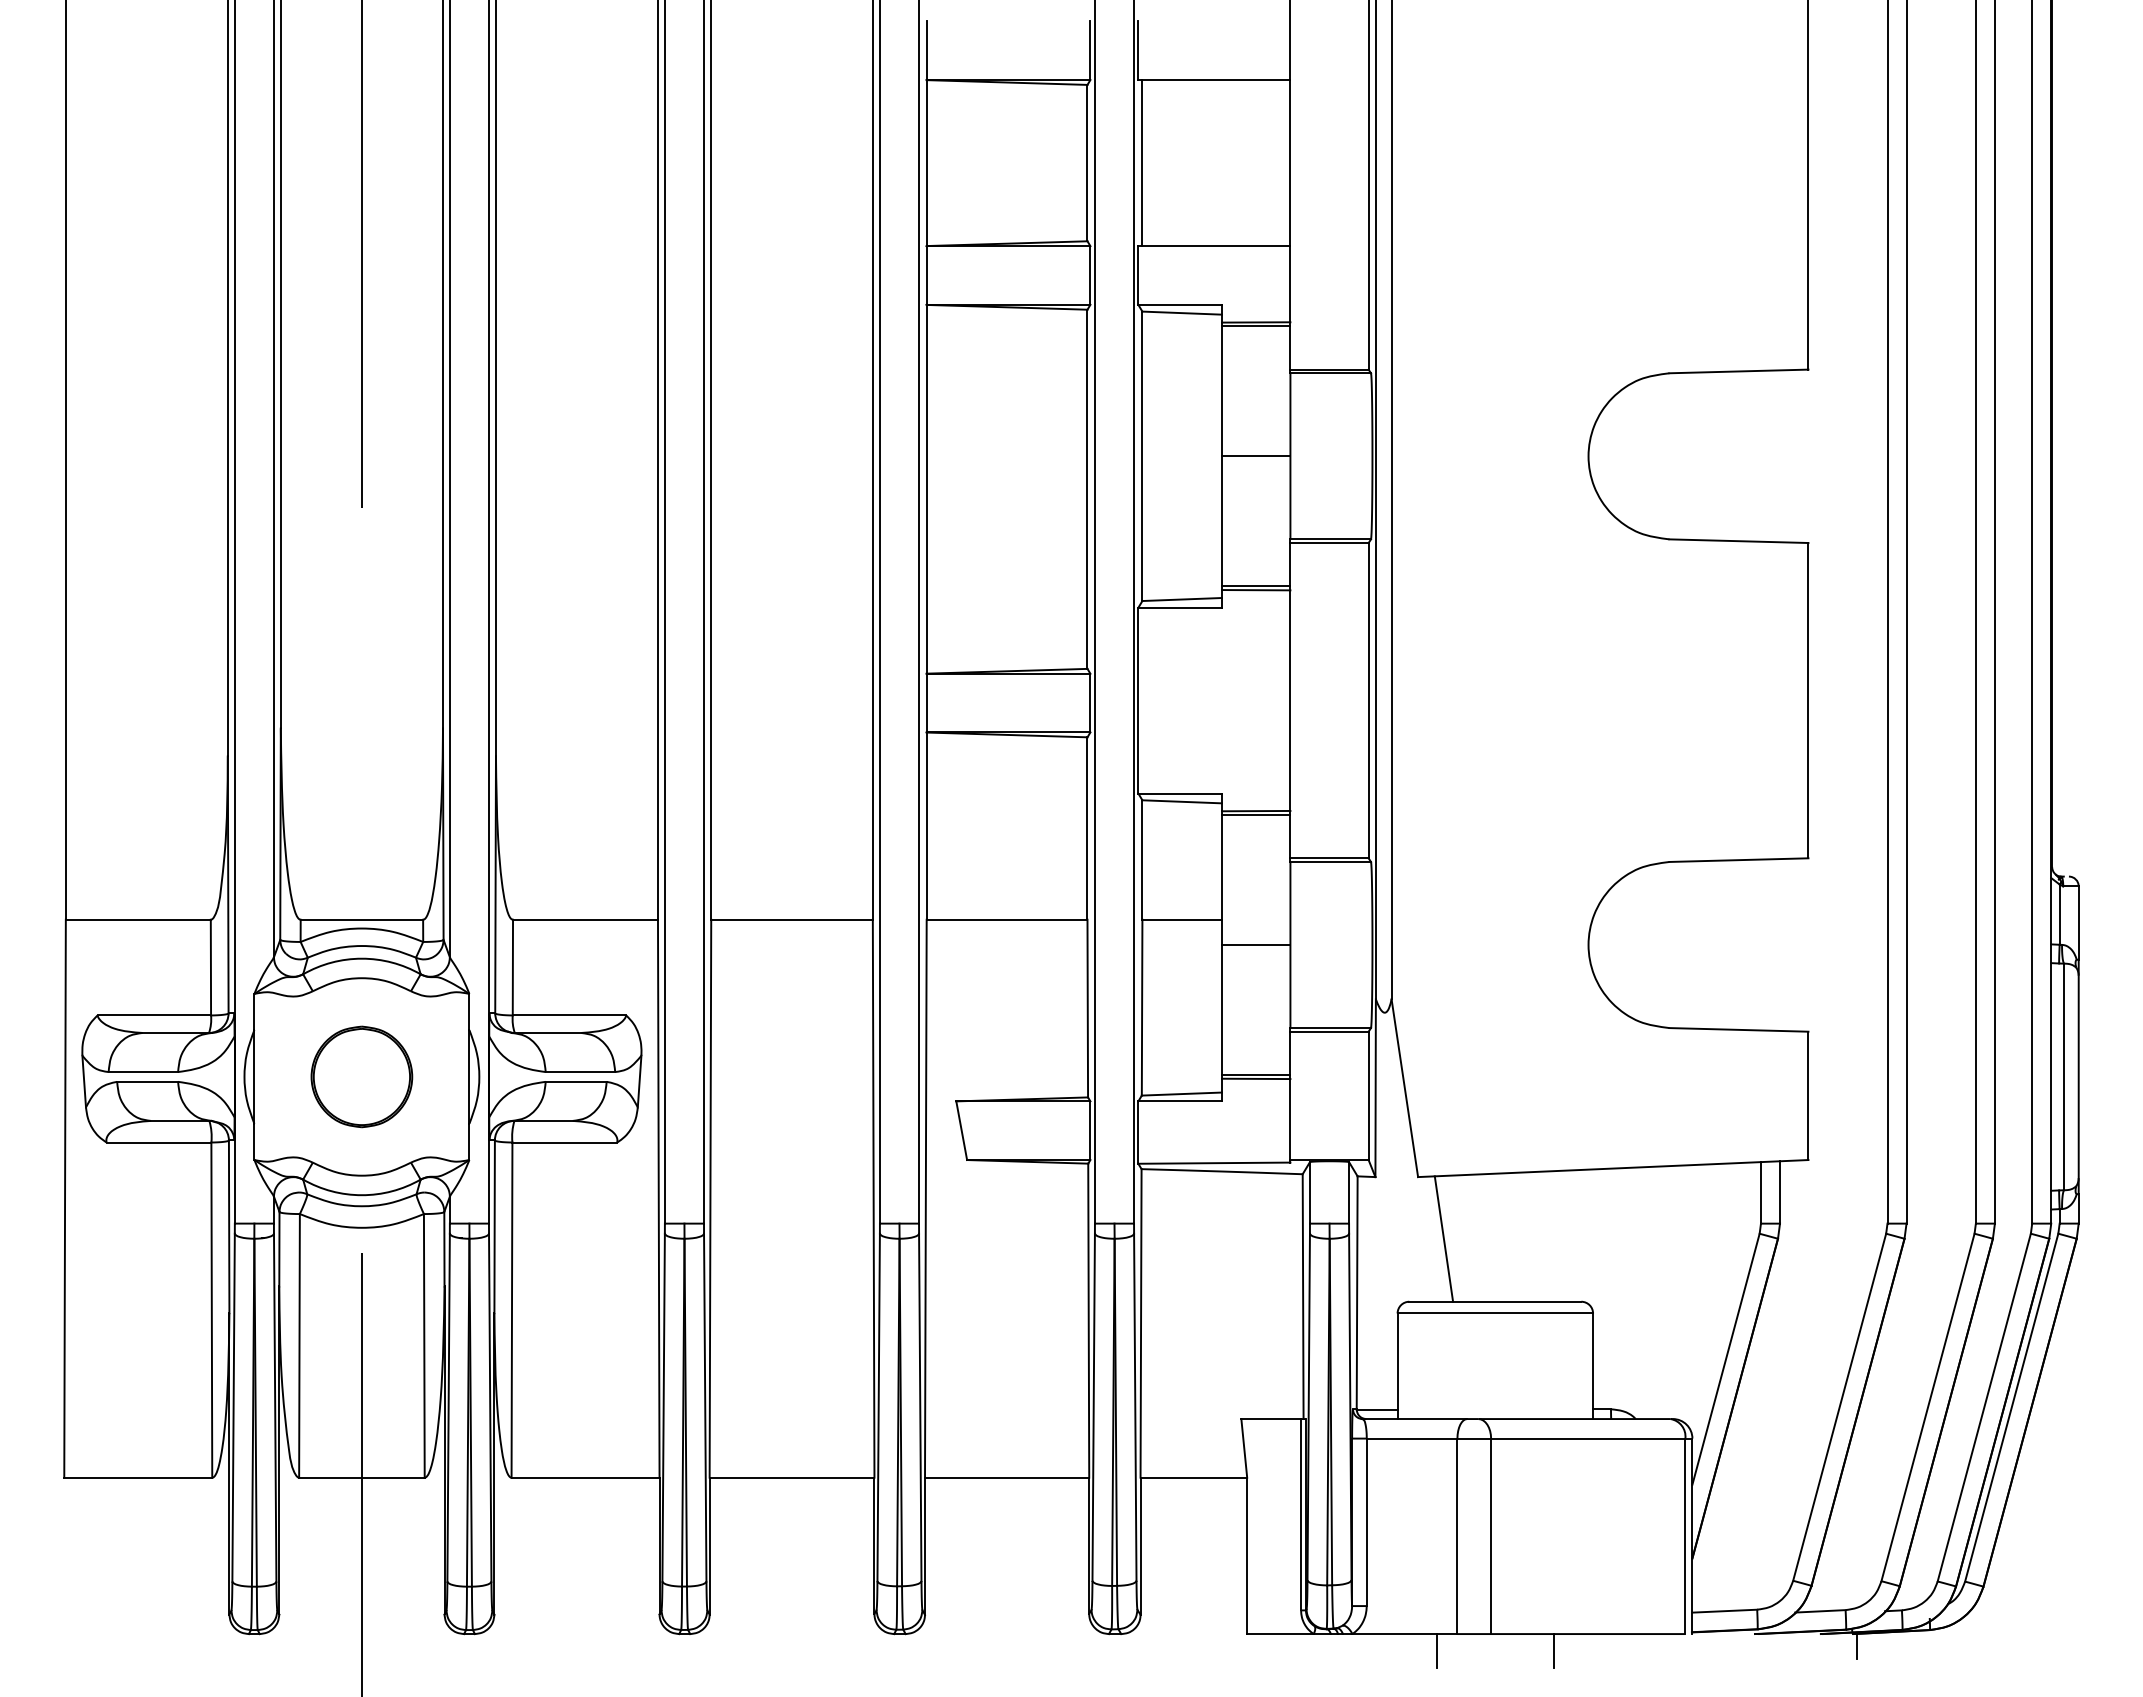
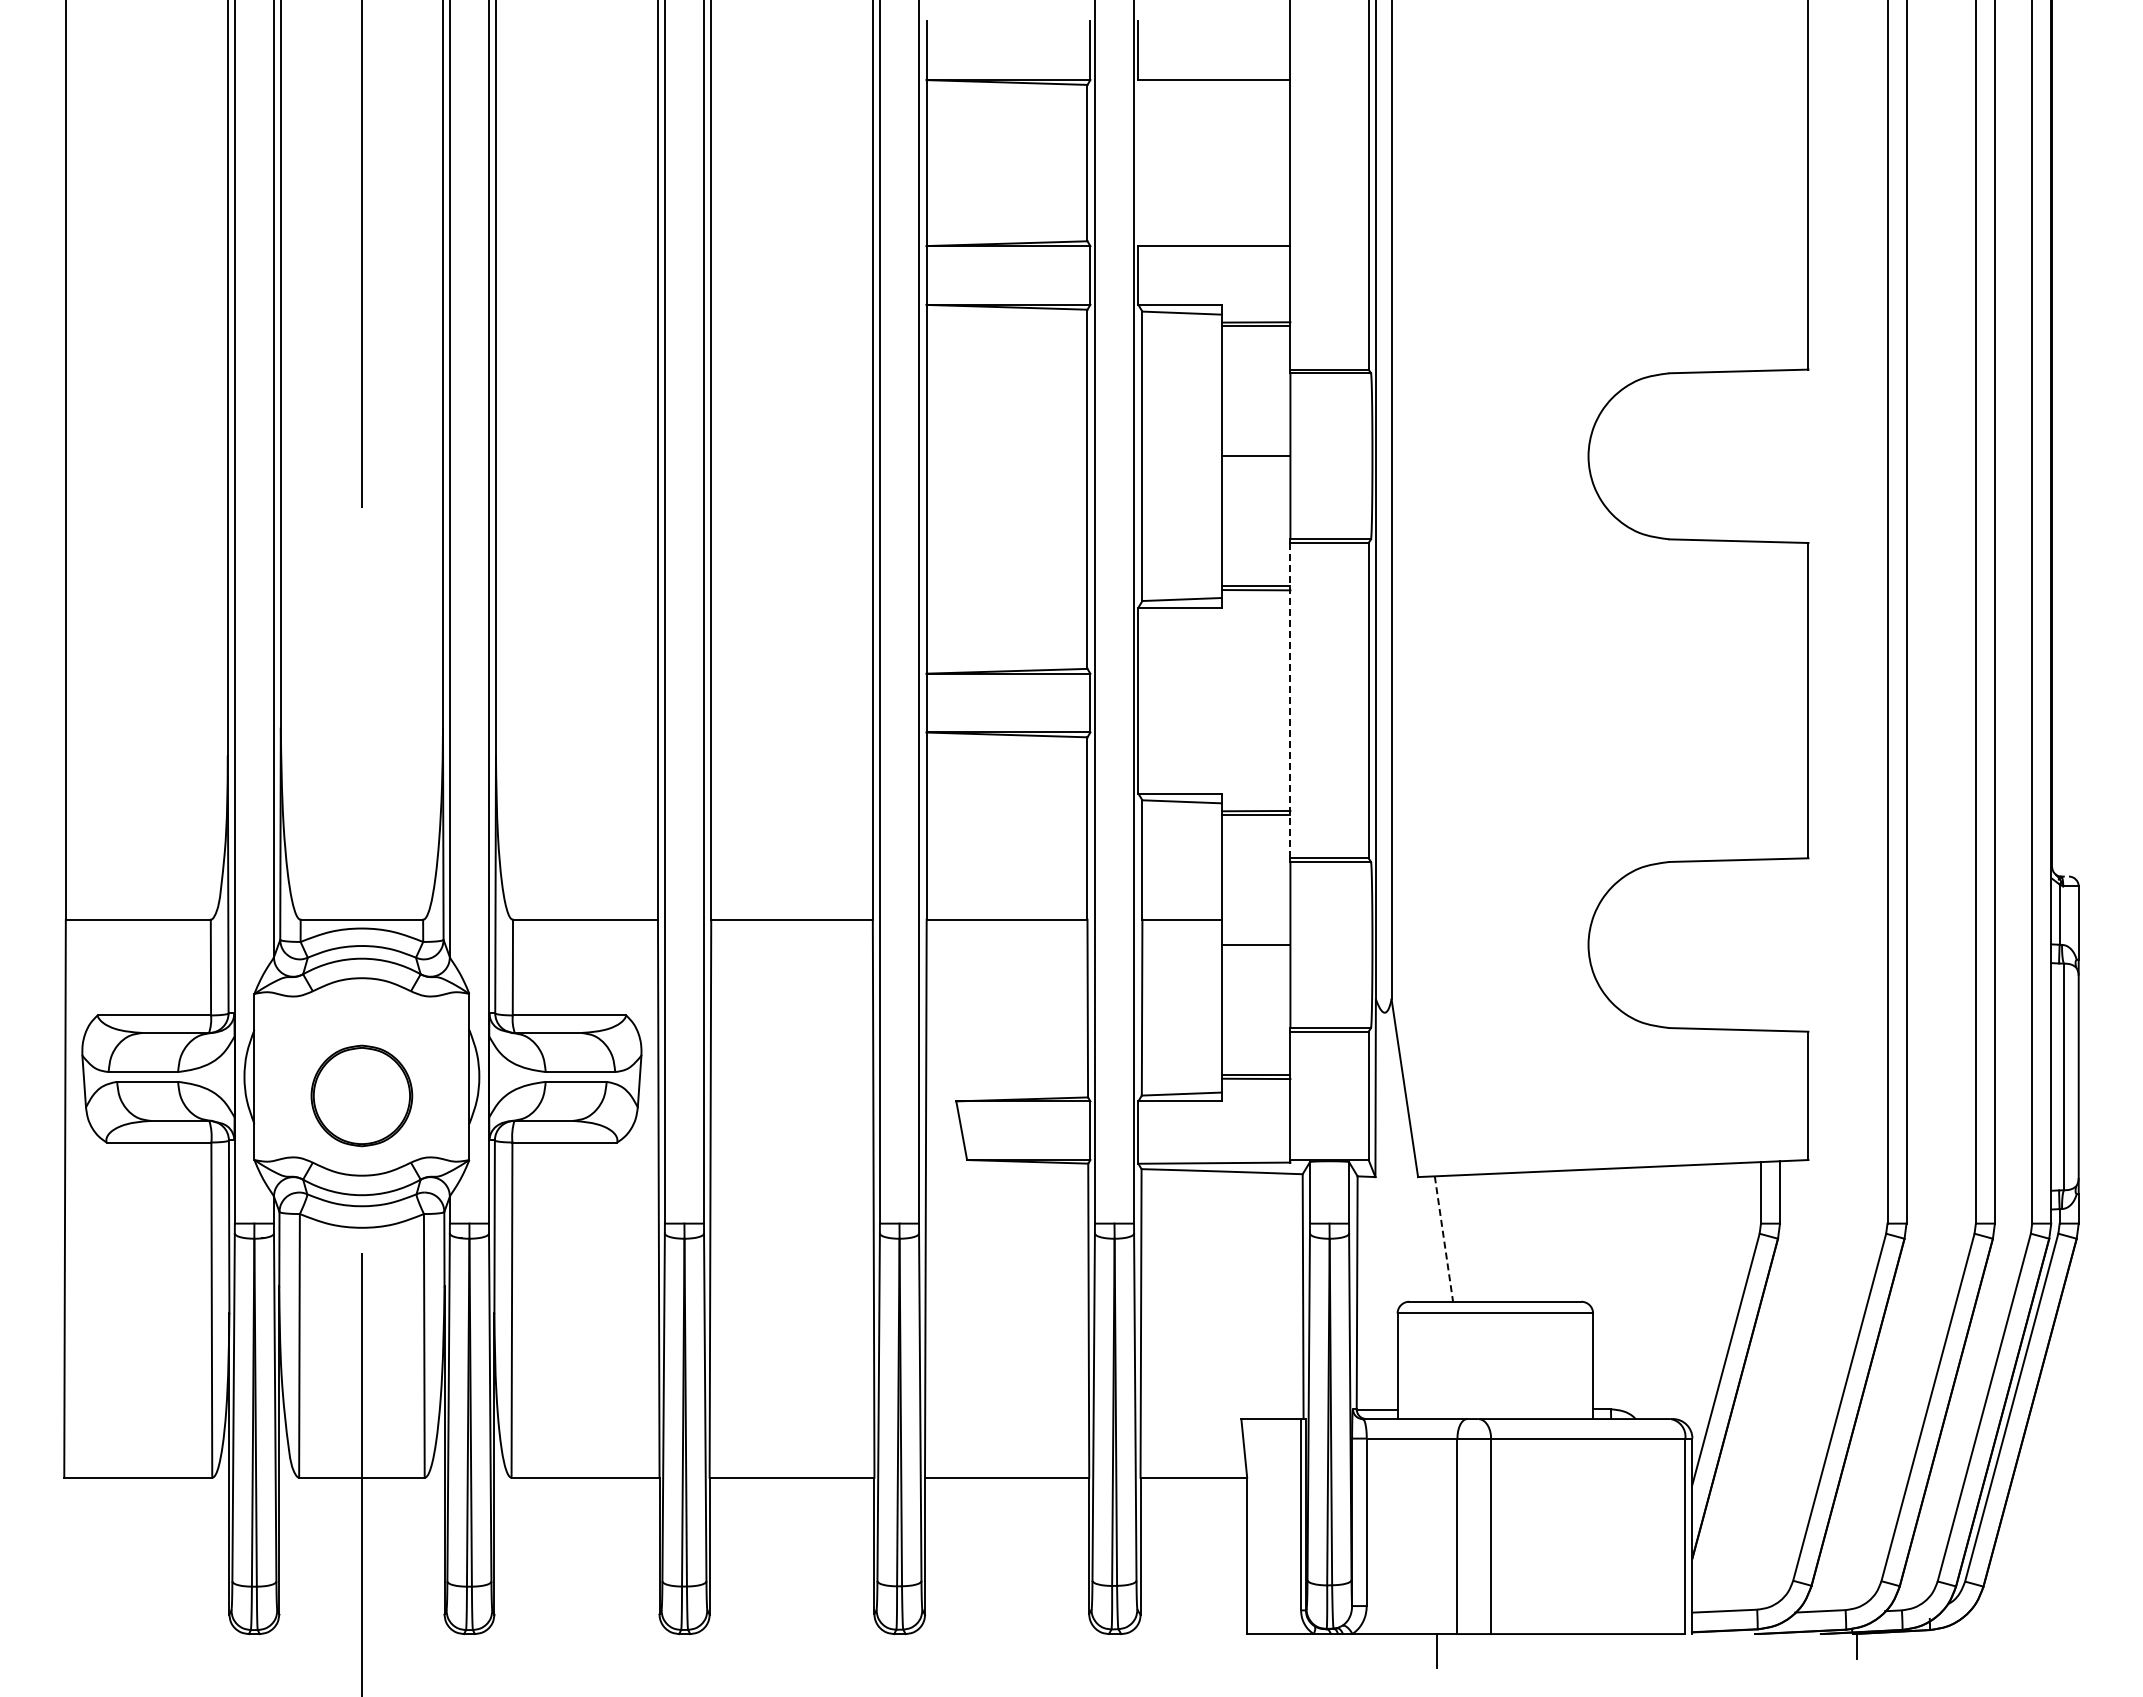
line at (1142, 163): present -> none
line at (1290, 700): solid -> dashed
part at (361, 1076) position: (361, 1076) -> (361, 1095)
line at (1444, 1239): solid -> dashed
line at (1553, 1651): present -> none
